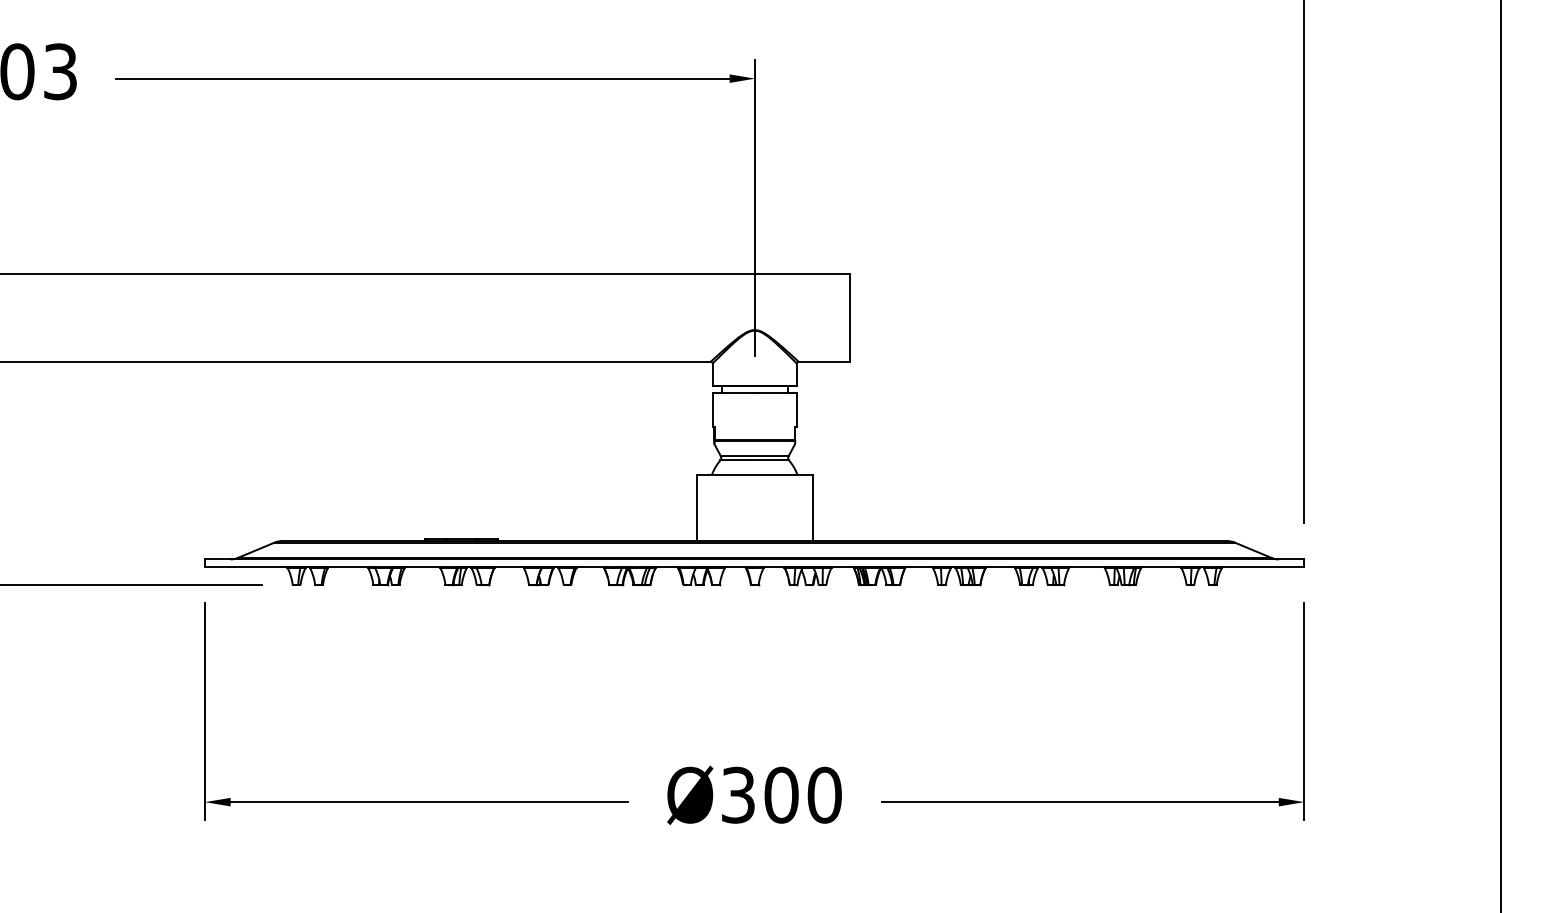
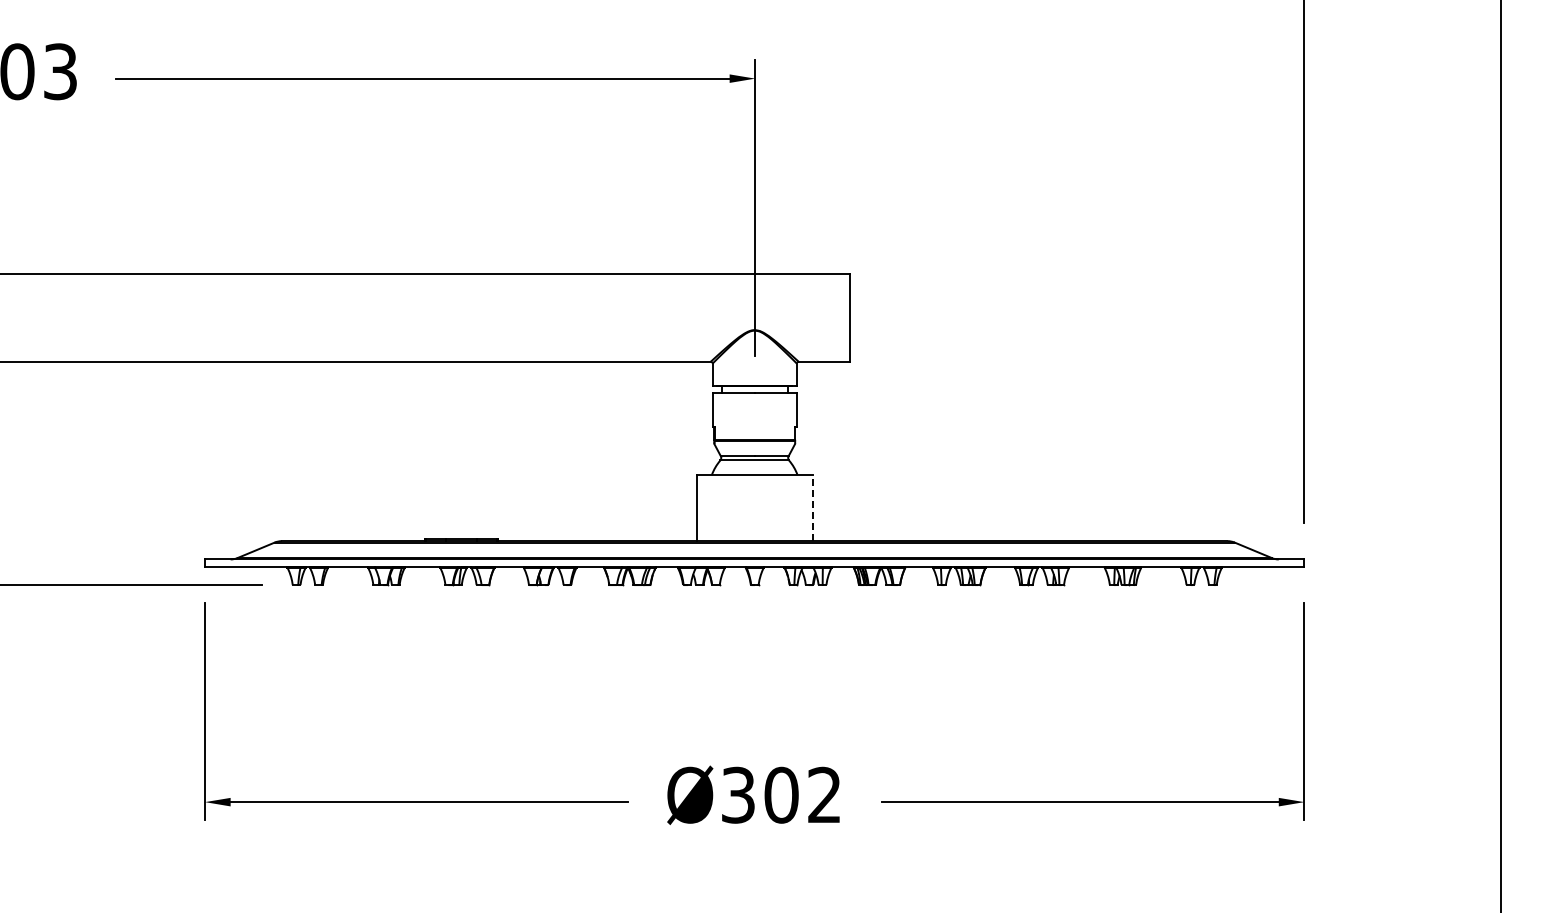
line at (812, 508): solid -> dashed
text at (824, 794): Ø300 -> Ø302
